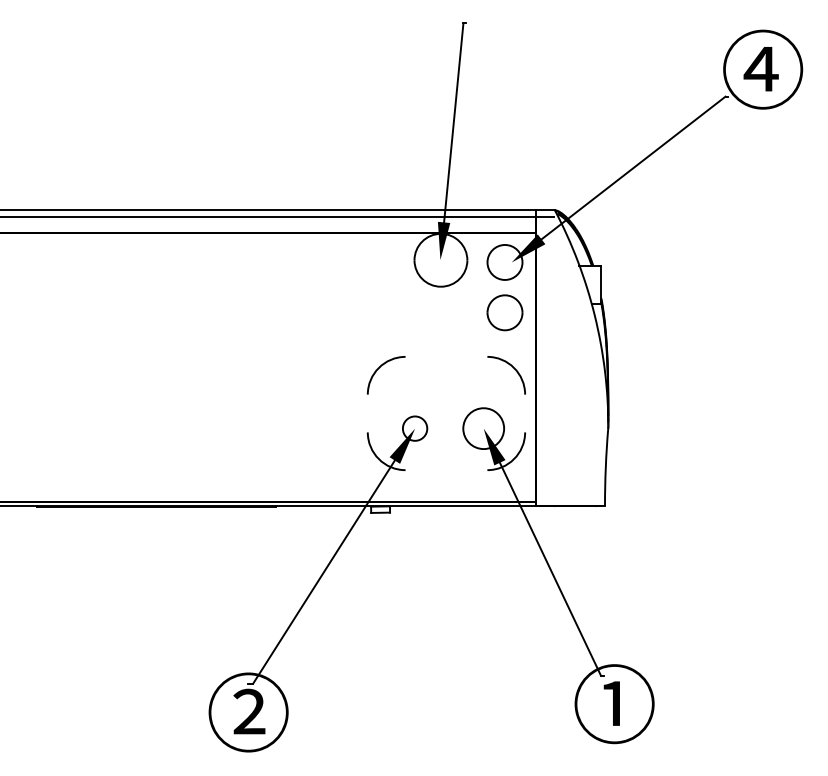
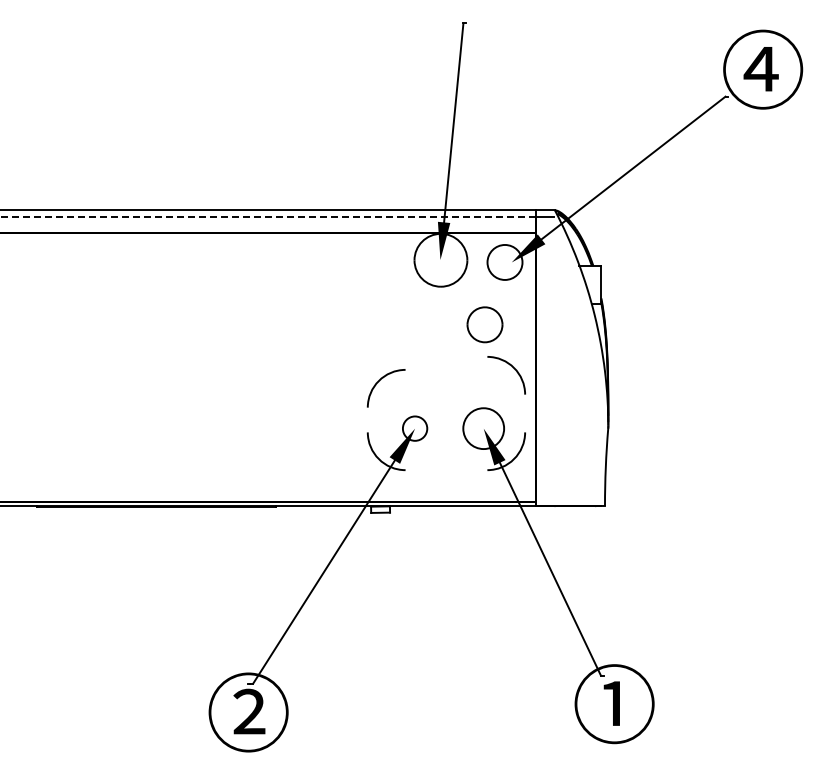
line at (268, 216): solid -> dashed
part at (504, 312) position: (504, 312) -> (484, 324)
arc at (379, 368) position: (379, 368) -> (379, 381)
